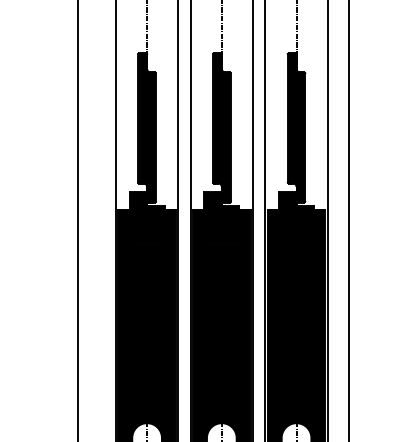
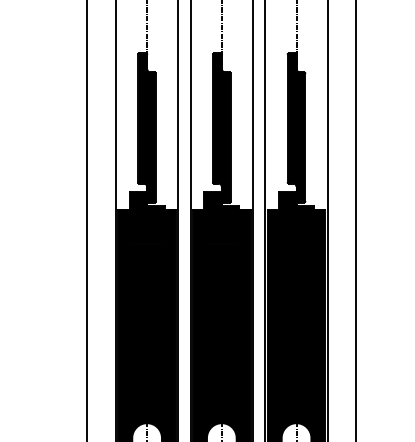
line at (78, 220) position: (78, 220) -> (87, 220)
line at (349, 220) position: (349, 220) -> (356, 220)
